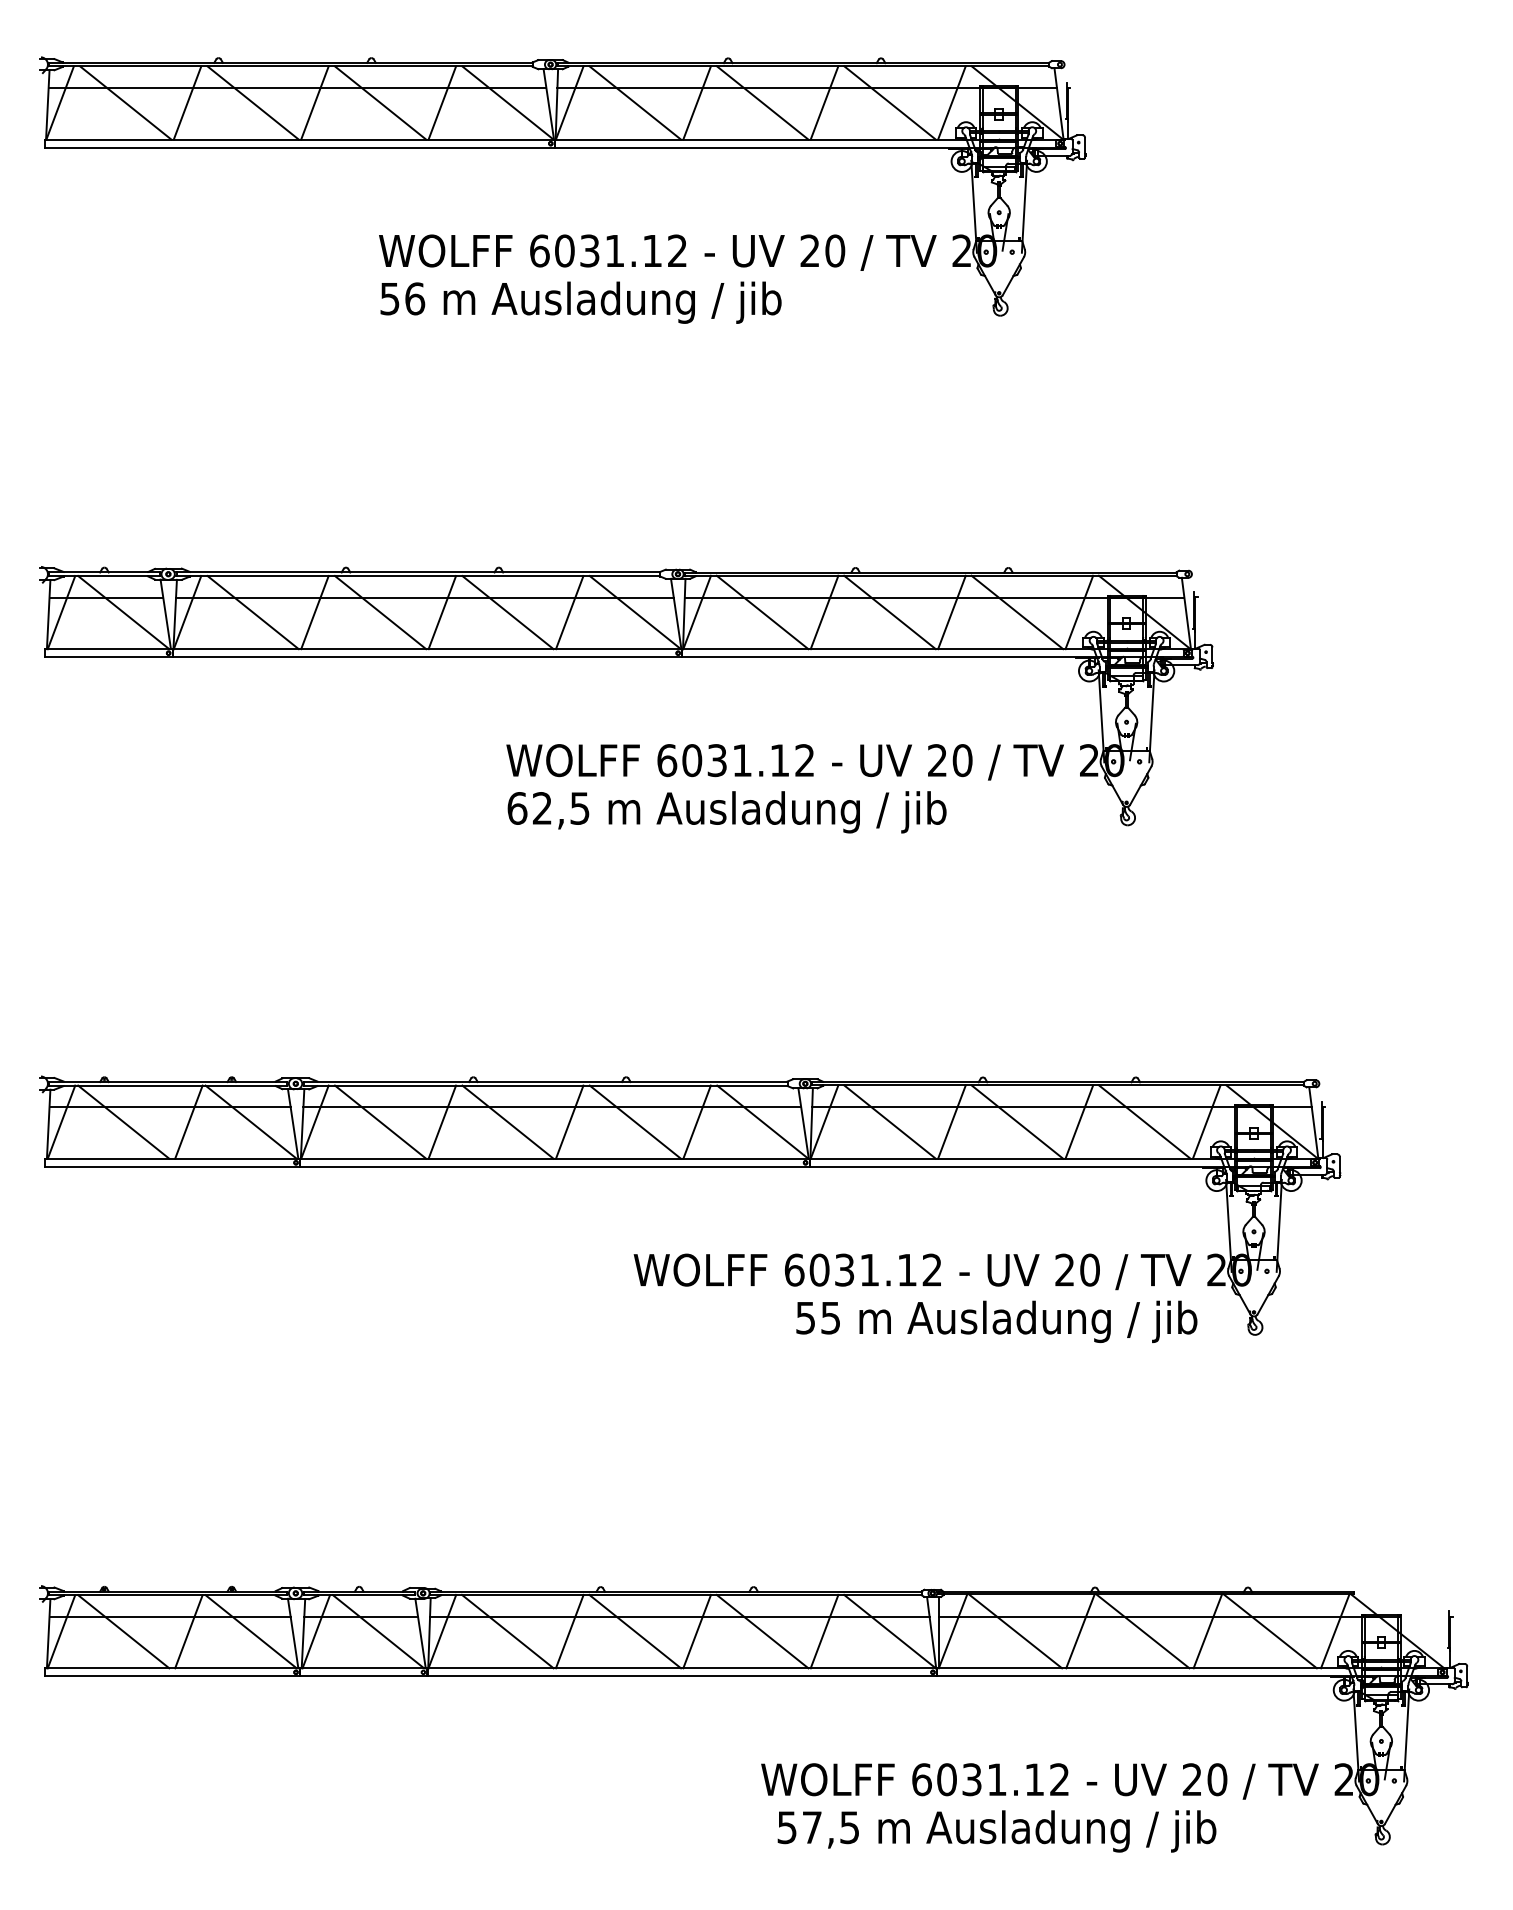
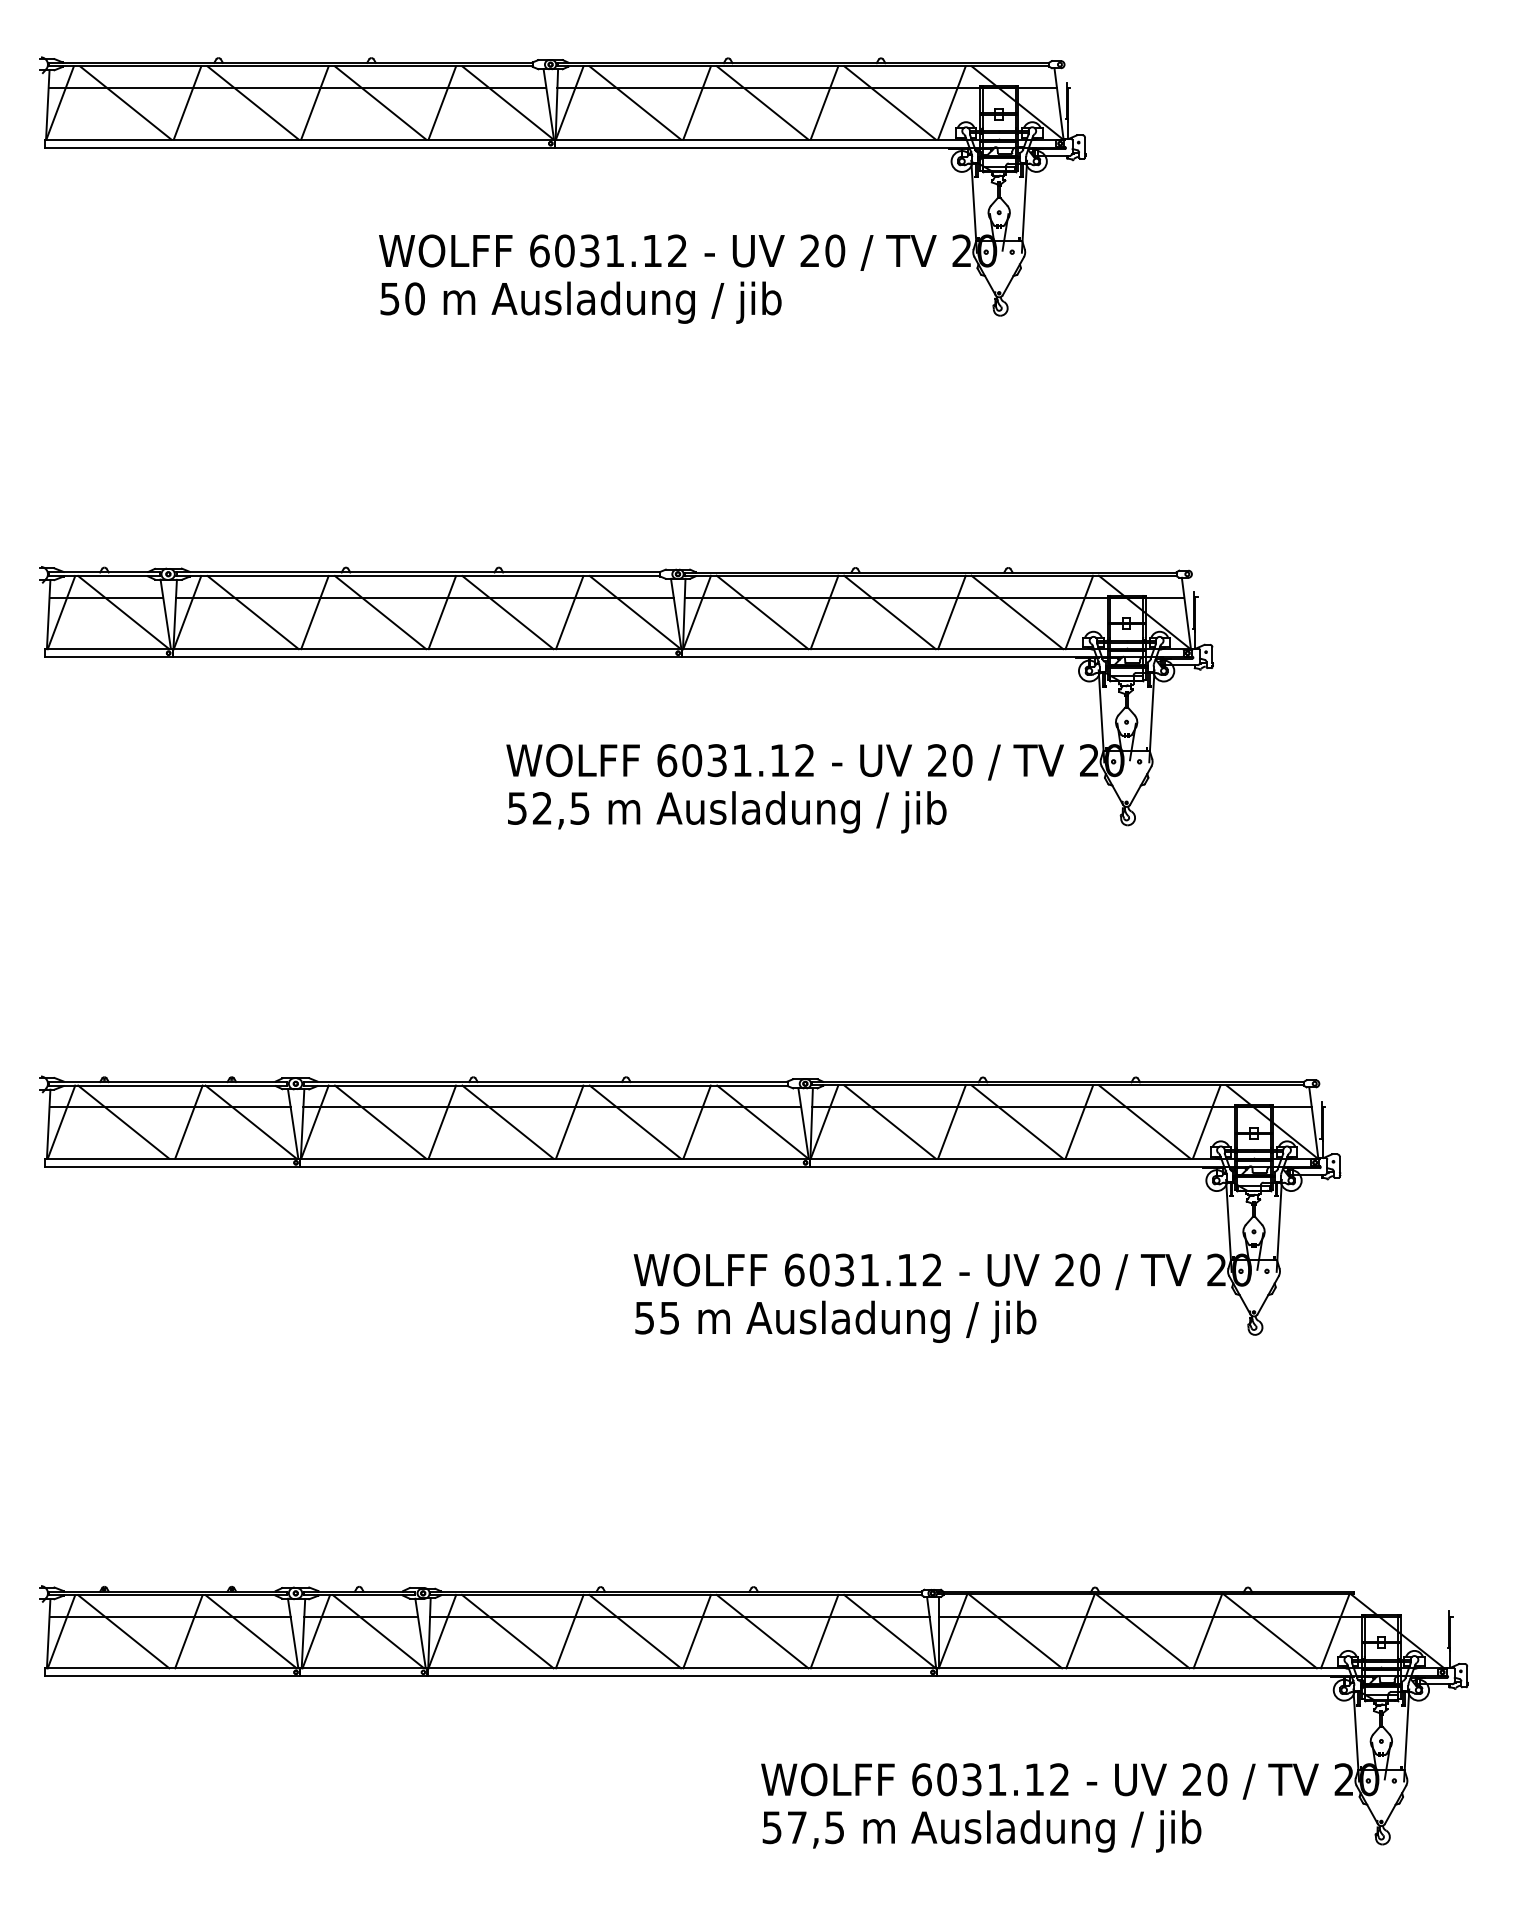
text at (415, 298): 56 -> 50
text at (517, 808): 62,5 -> 52,5
text at (996, 1321) position: (996, 1321) -> (835, 1321)
text at (996, 1831) position: (996, 1831) -> (981, 1831)
